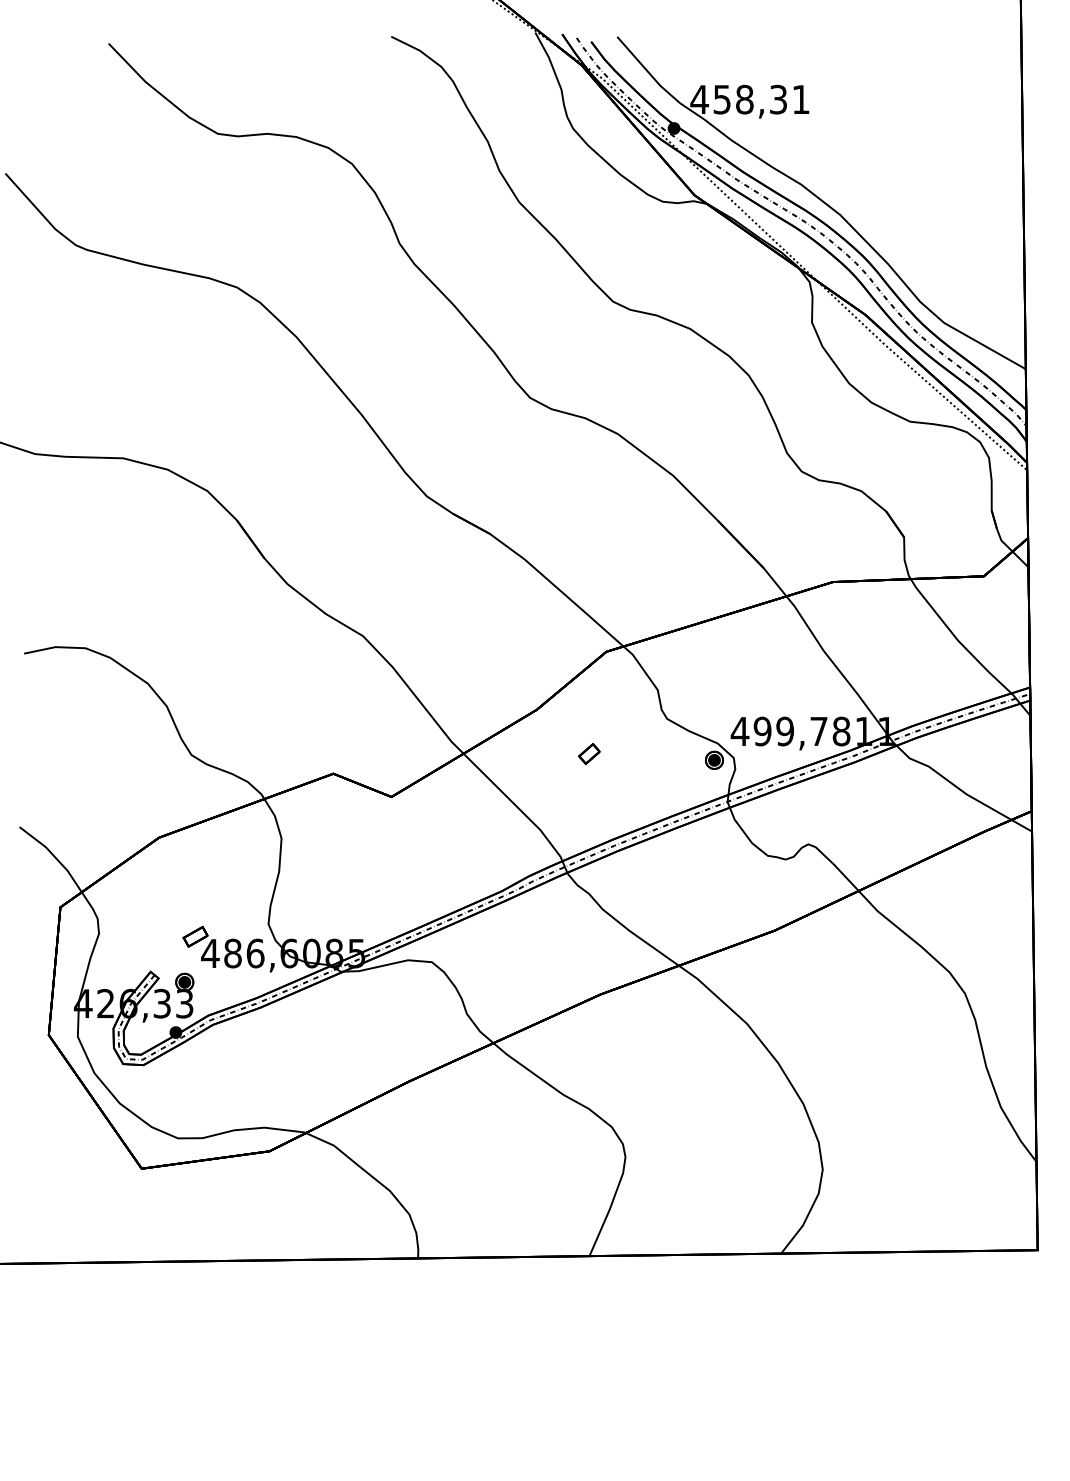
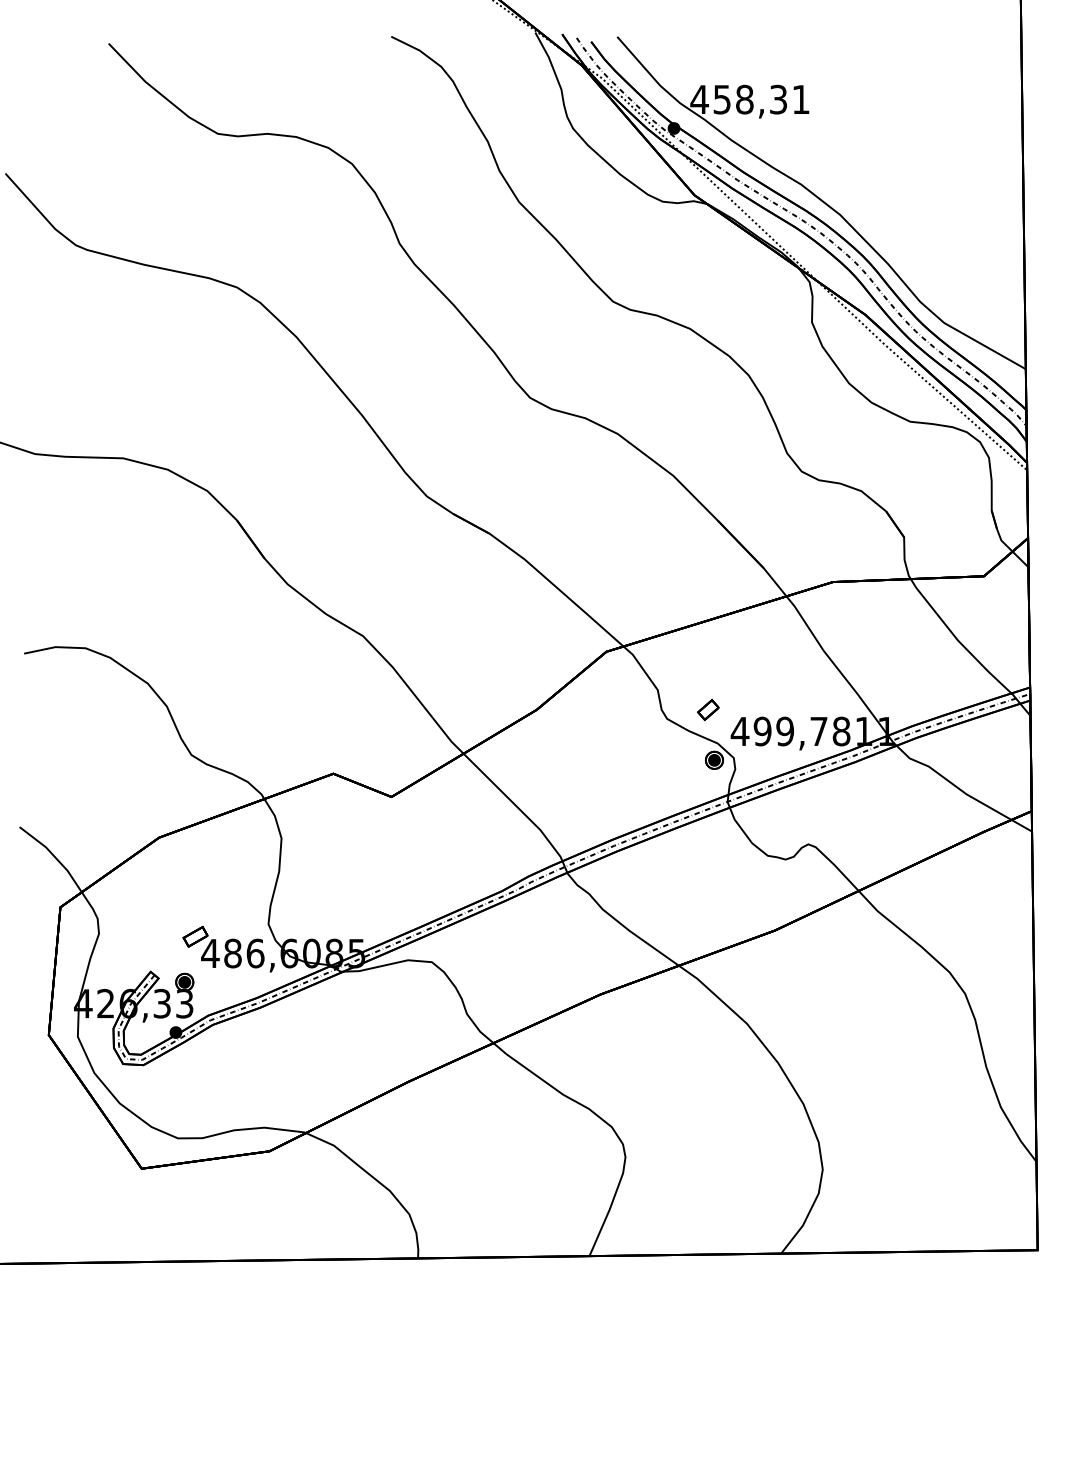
part at (589, 753) position: (589, 753) -> (708, 709)
